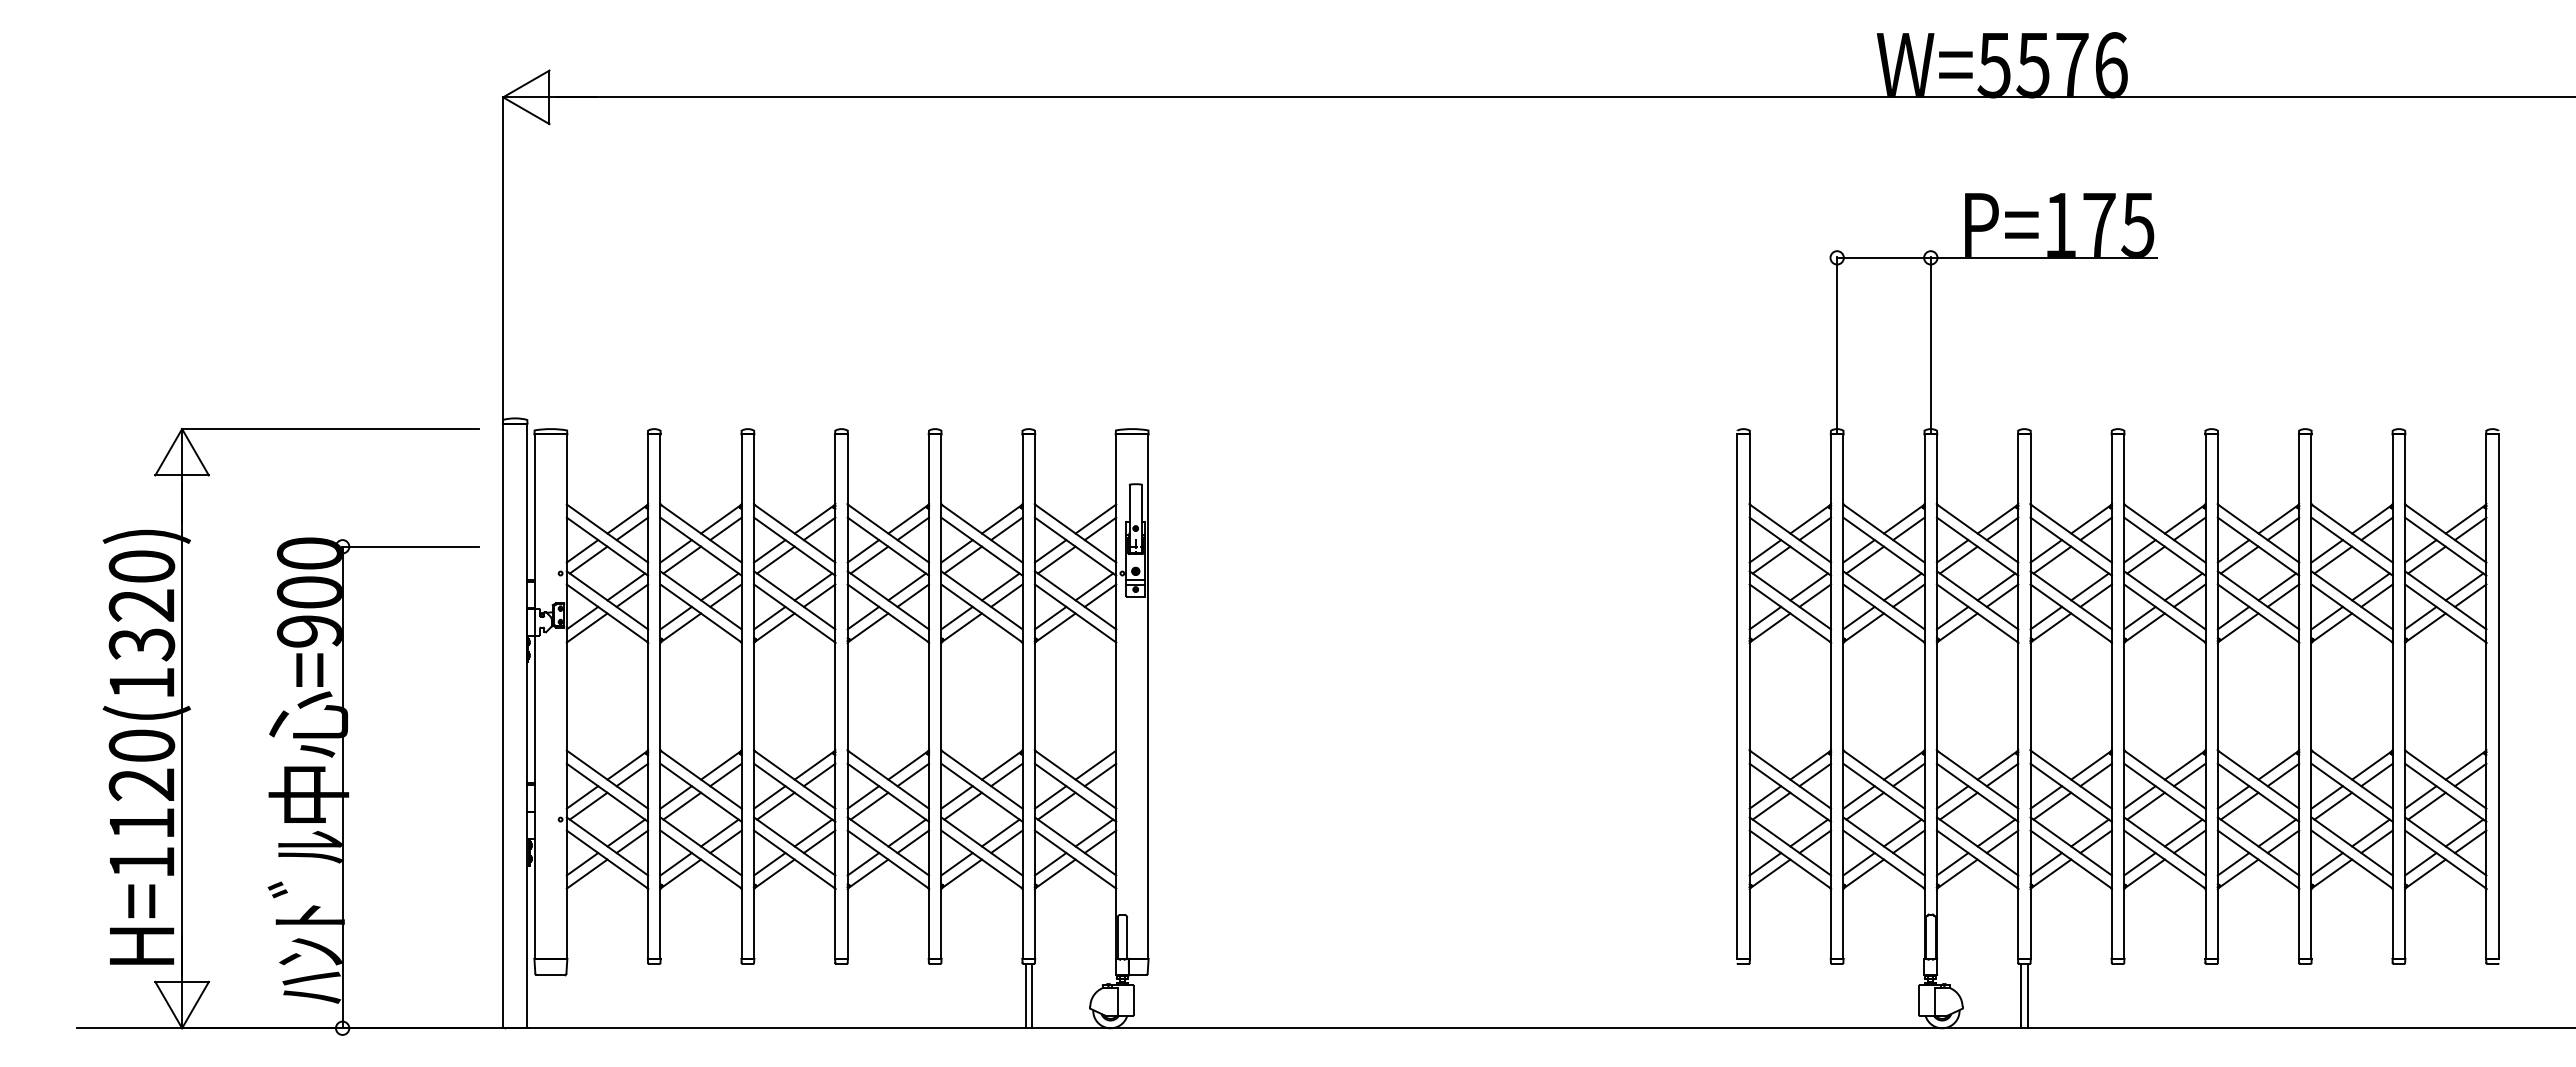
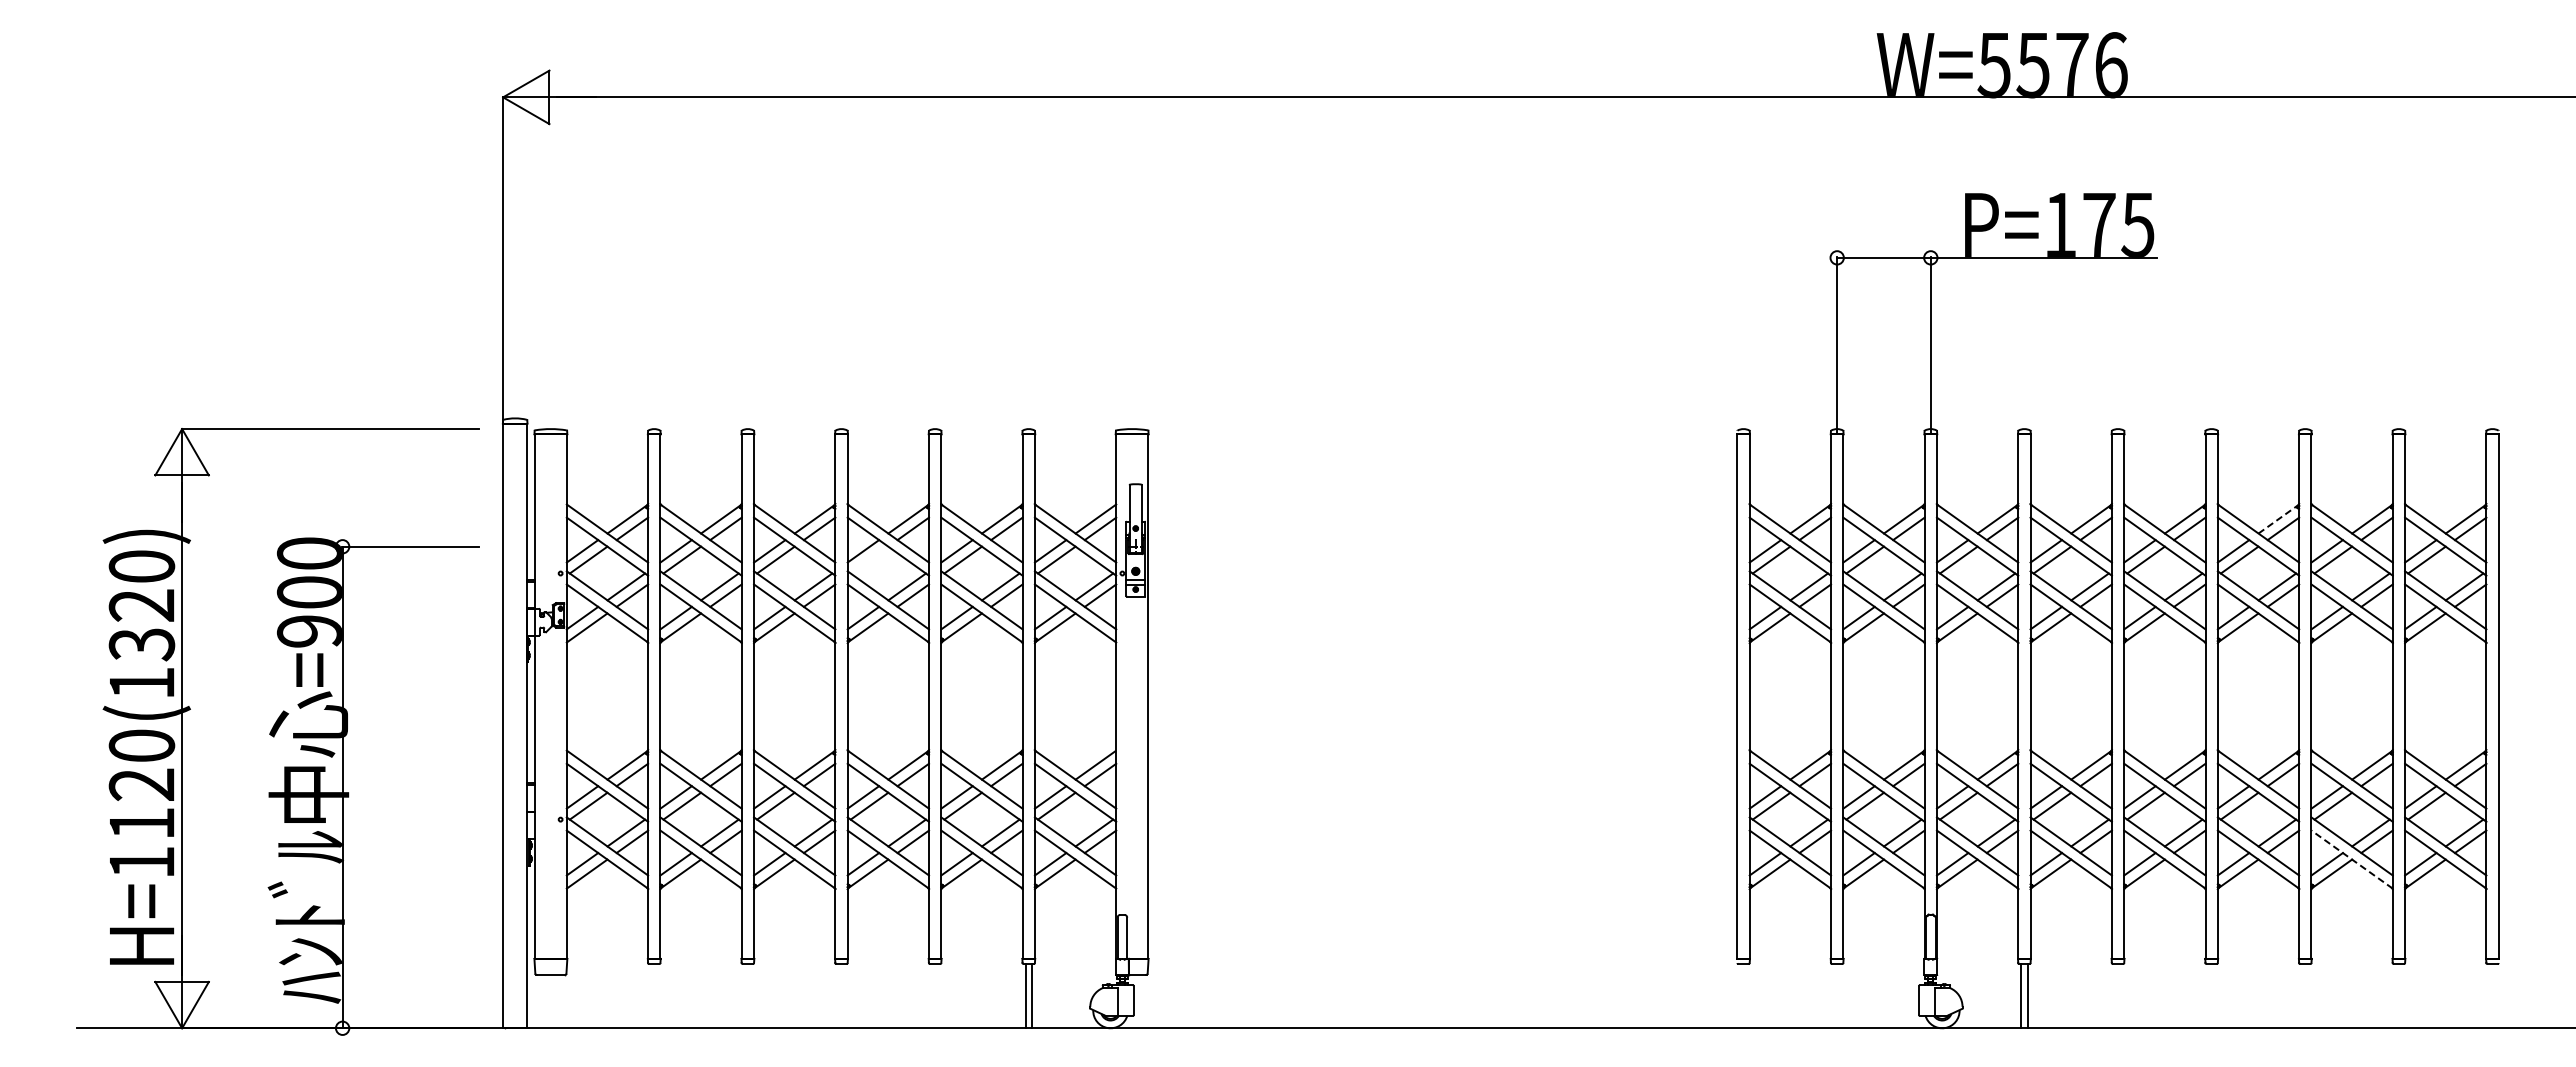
line at (2278, 519): solid -> dashed
line at (869, 559): present -> none
line at (2352, 859): solid -> dashed
